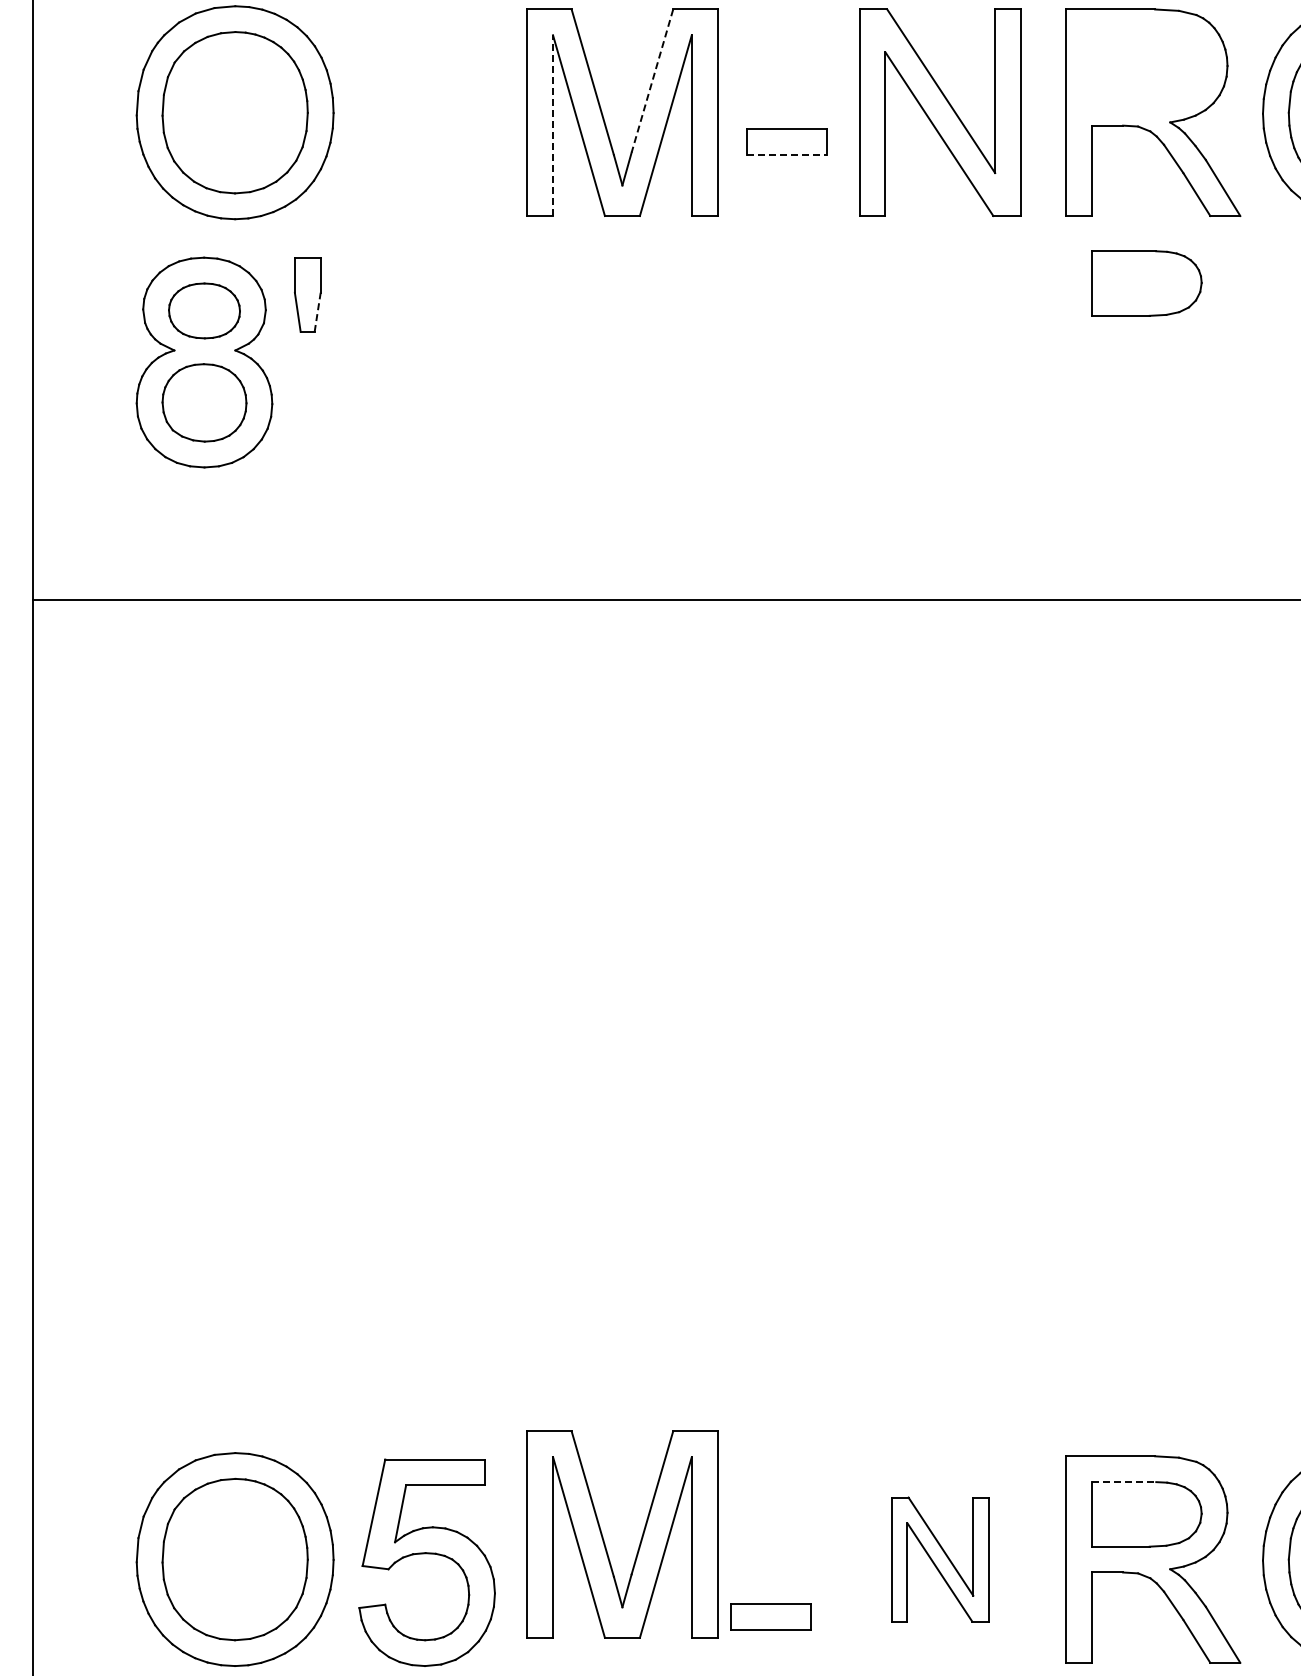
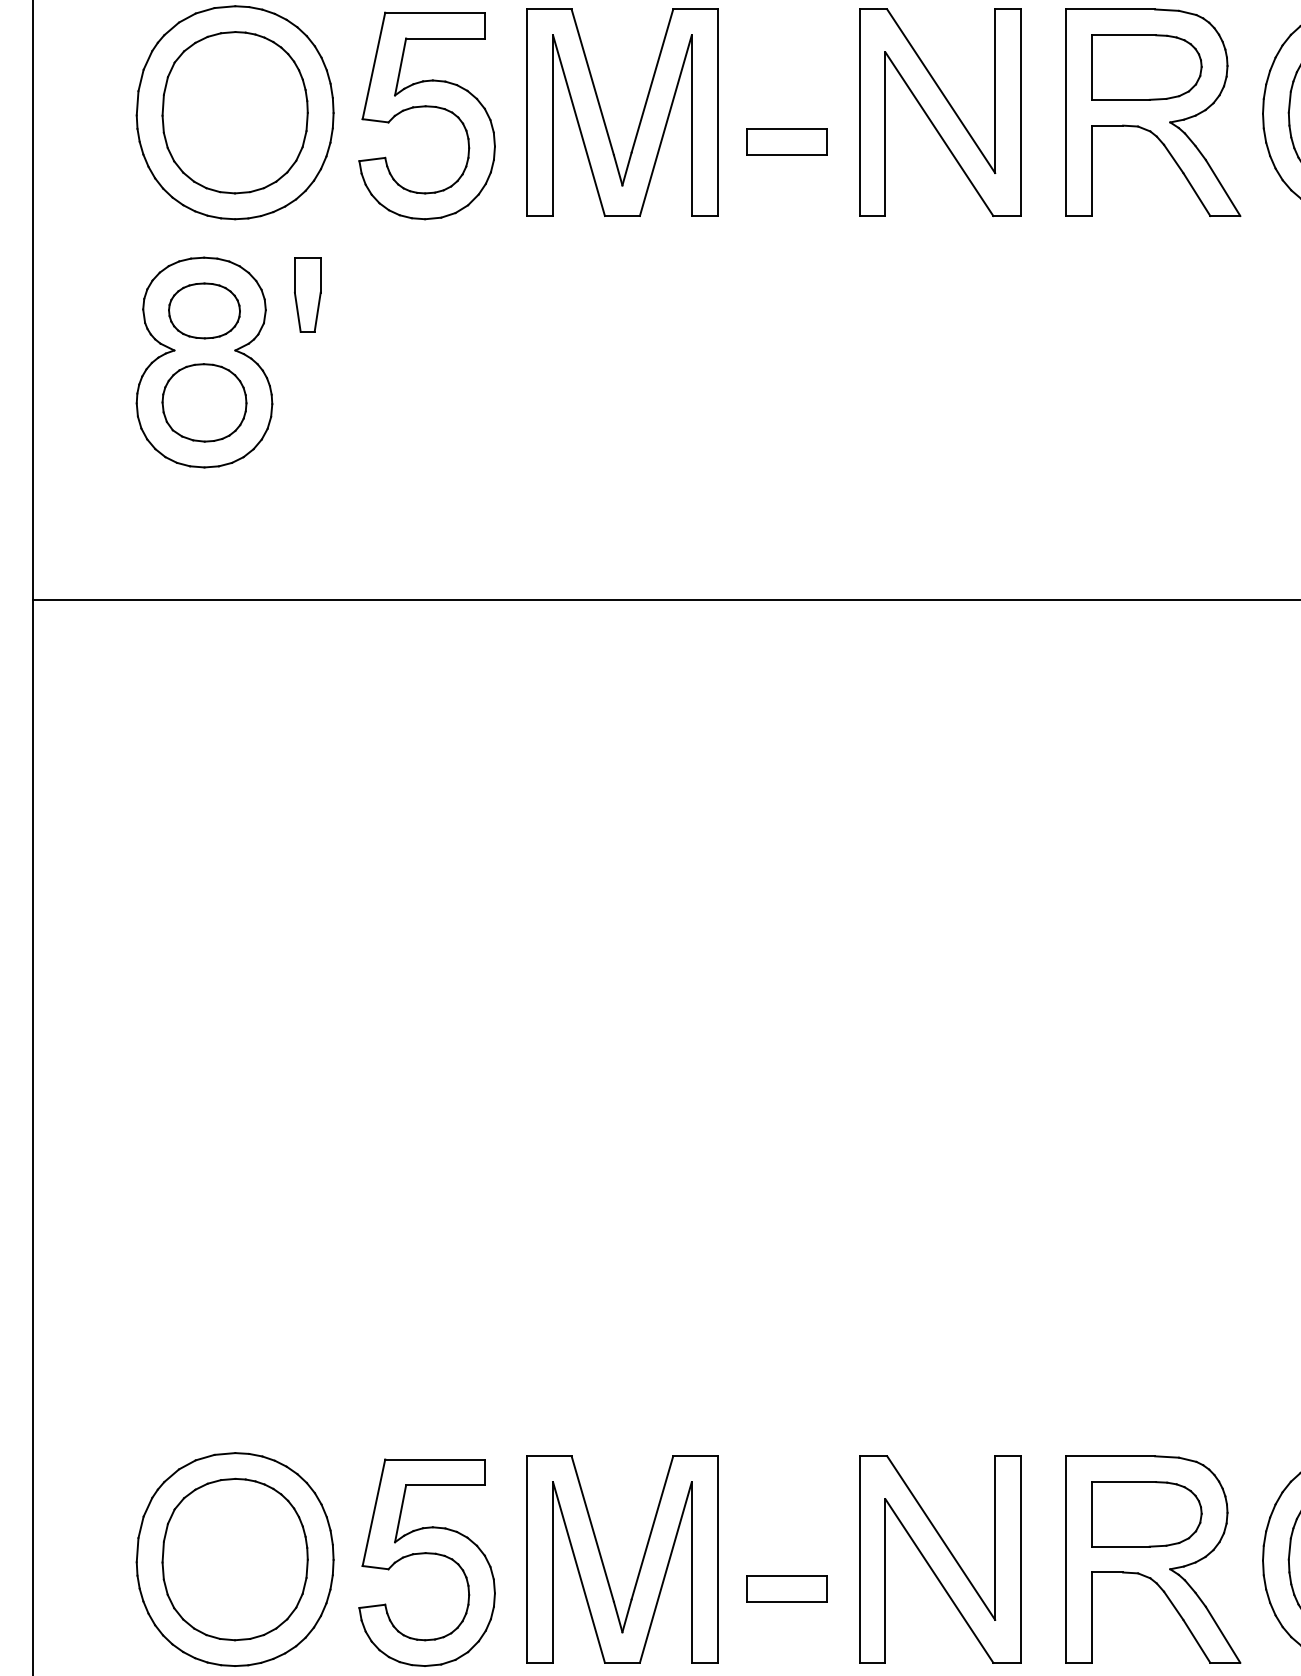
line at (652, 81): dashed -> solid
part at (426, 107): none -> present
line at (553, 125): dashed -> solid
line at (787, 154): dashed -> solid
part at (1146, 283) position: (1146, 283) -> (1146, 67)
line at (317, 312): dashed -> solid
line at (1124, 1482): dashed -> solid
part at (640, 1539) position: (640, 1539) -> (640, 1564)
part at (940, 1559) size: 99x127 px -> 163x209 px
part at (770, 1616) position: (770, 1616) -> (786, 1588)
